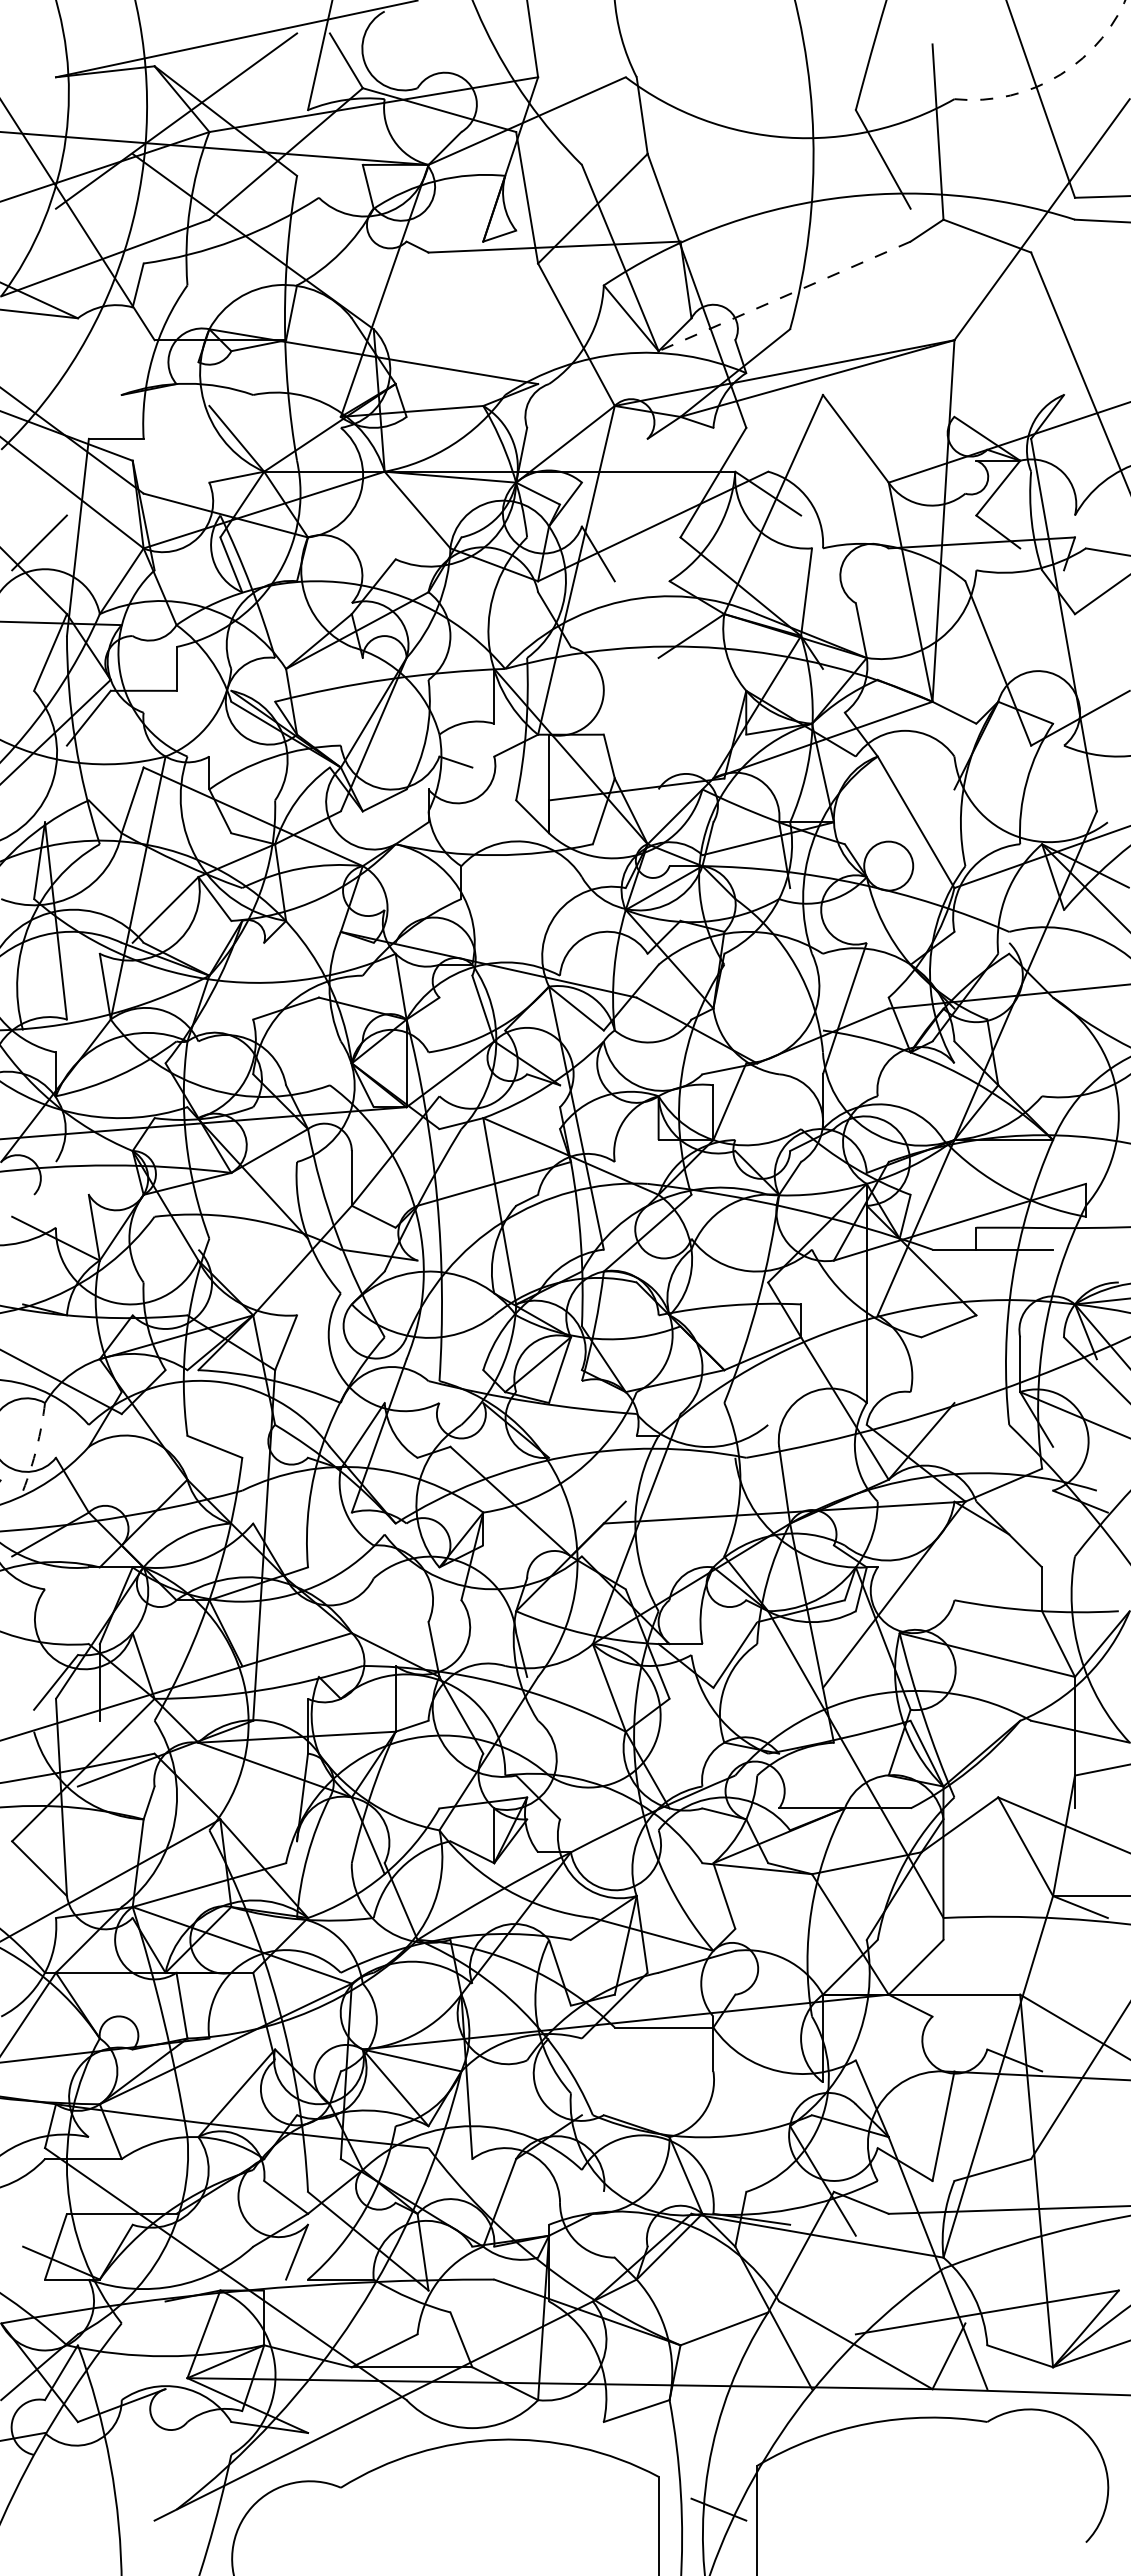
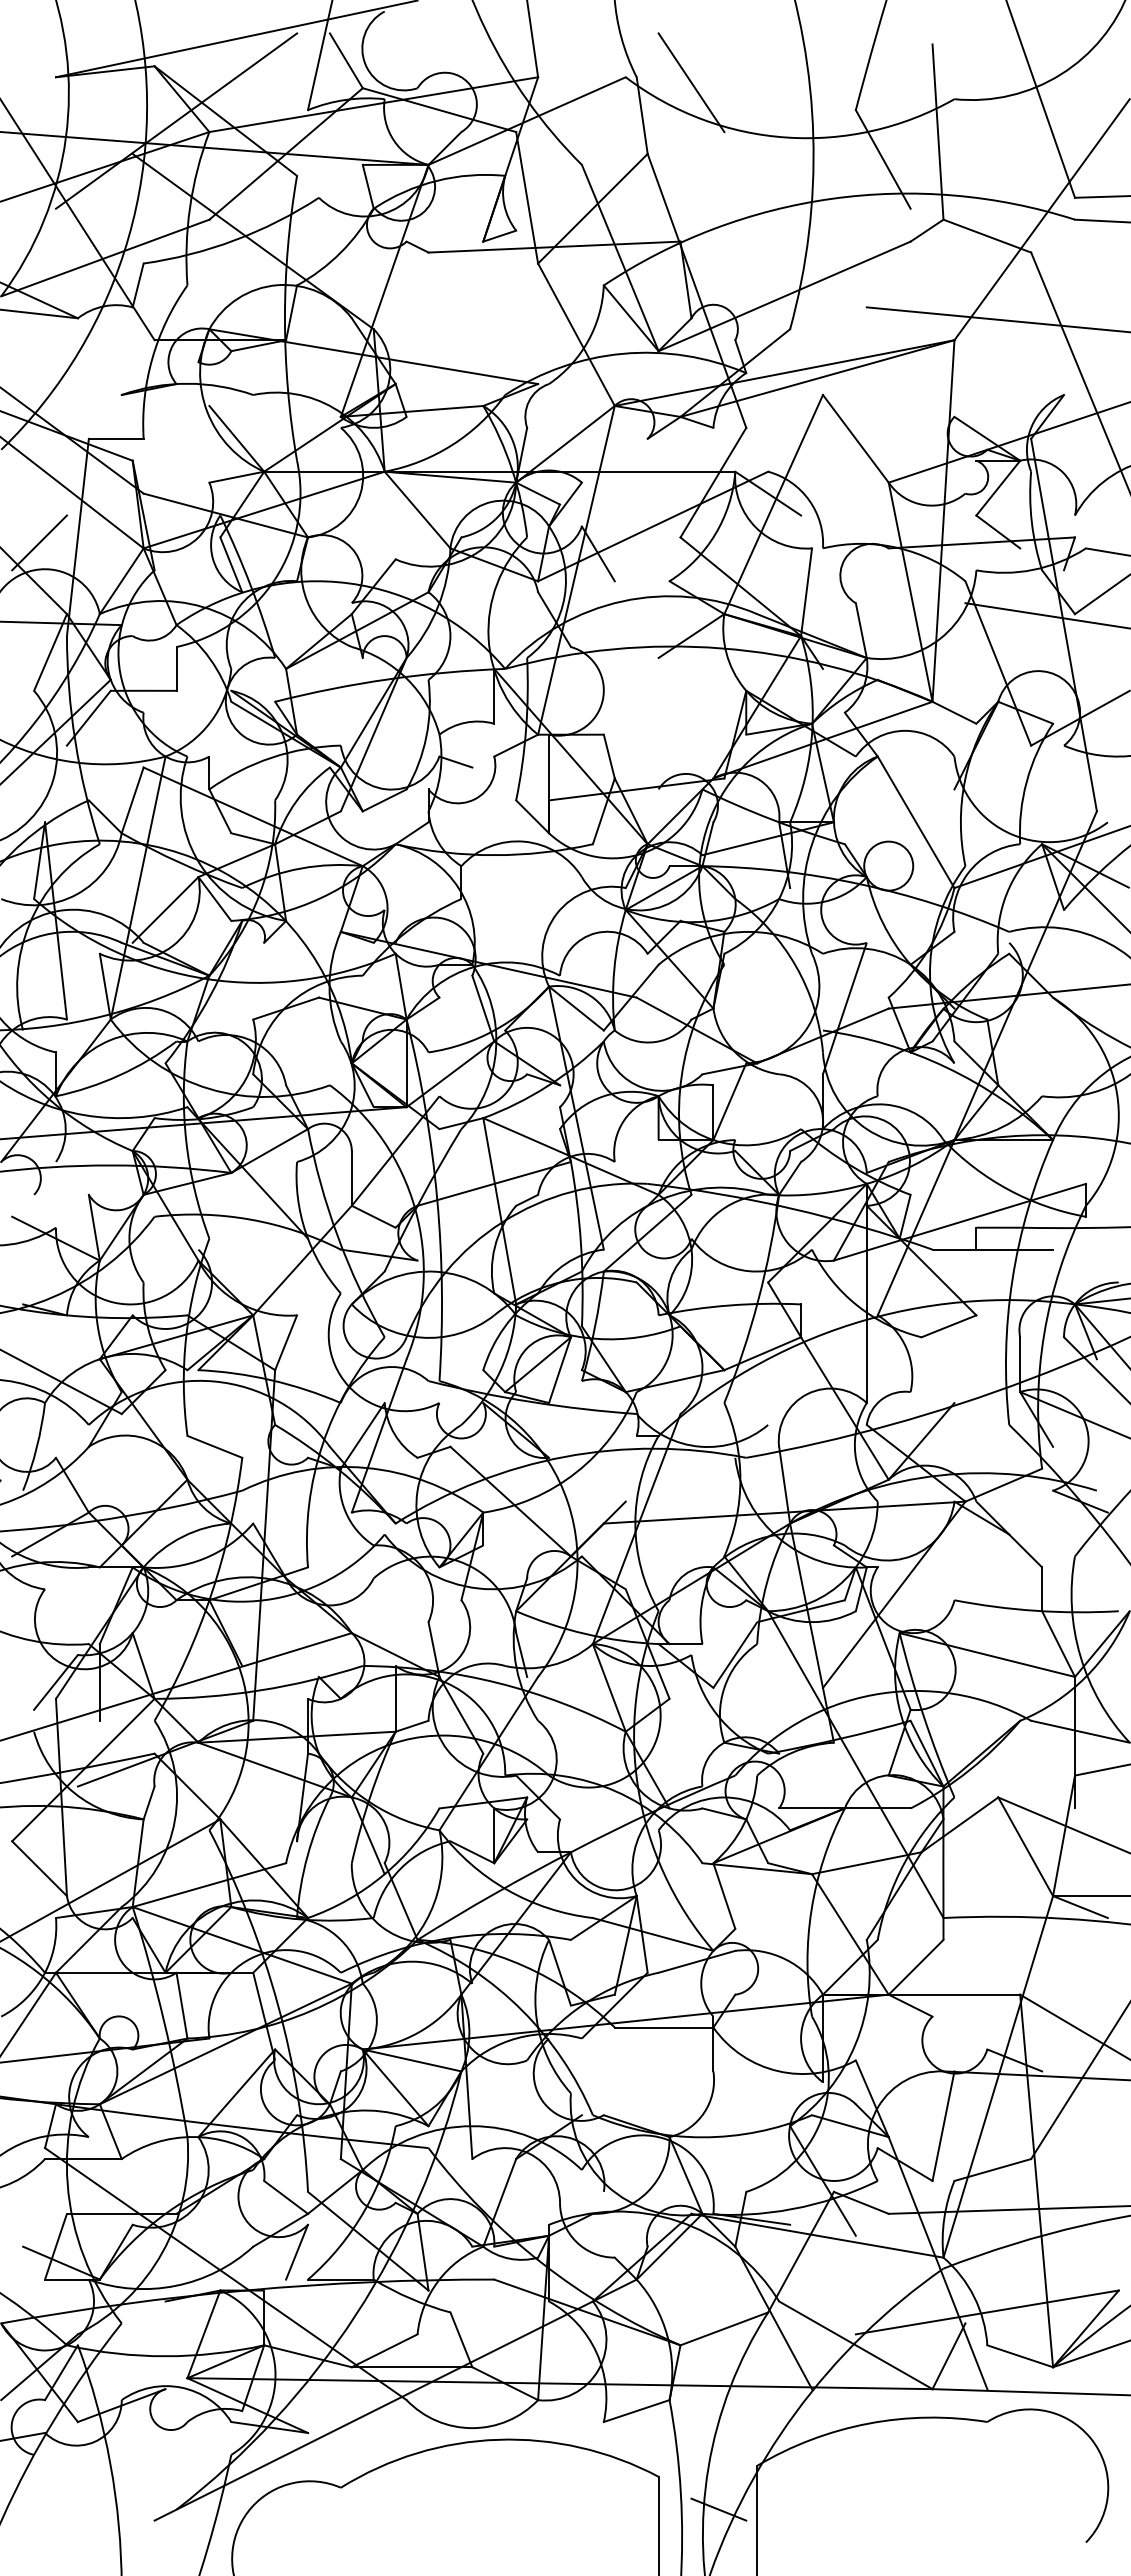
arc at (1056, 76): dashed -> solid
line at (691, 82): none -> present
line at (784, 296): dashed -> solid
line at (996, 319): none -> present
line at (1046, 615): none -> present
arc at (36, 1447): dashed -> solid
